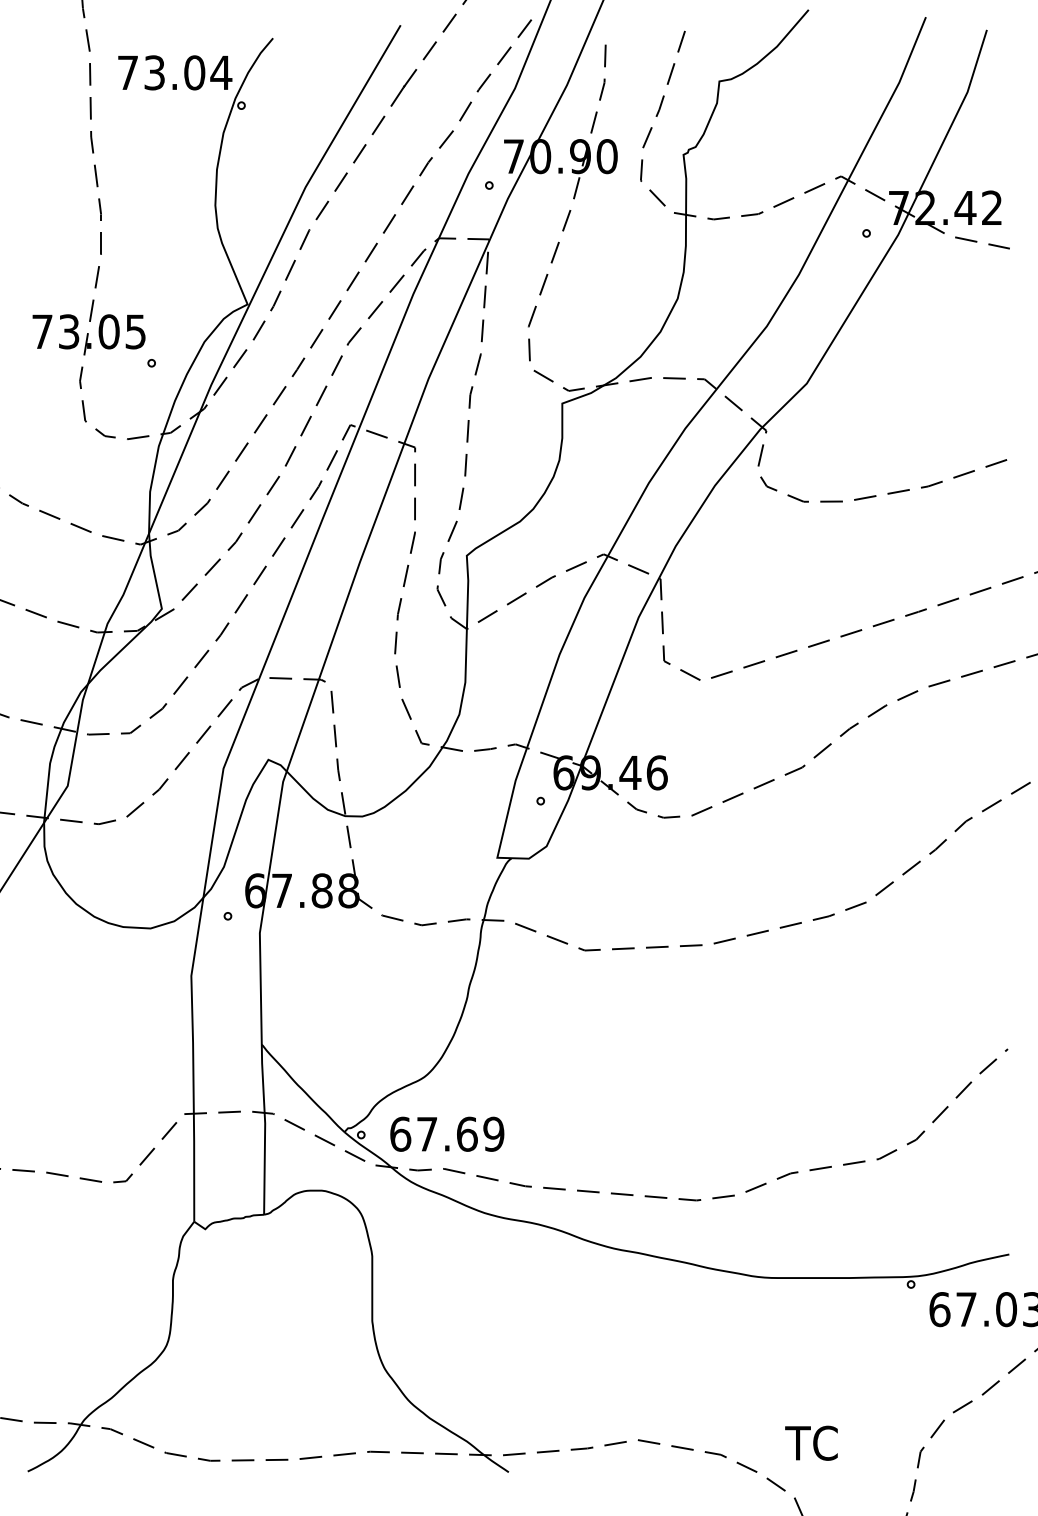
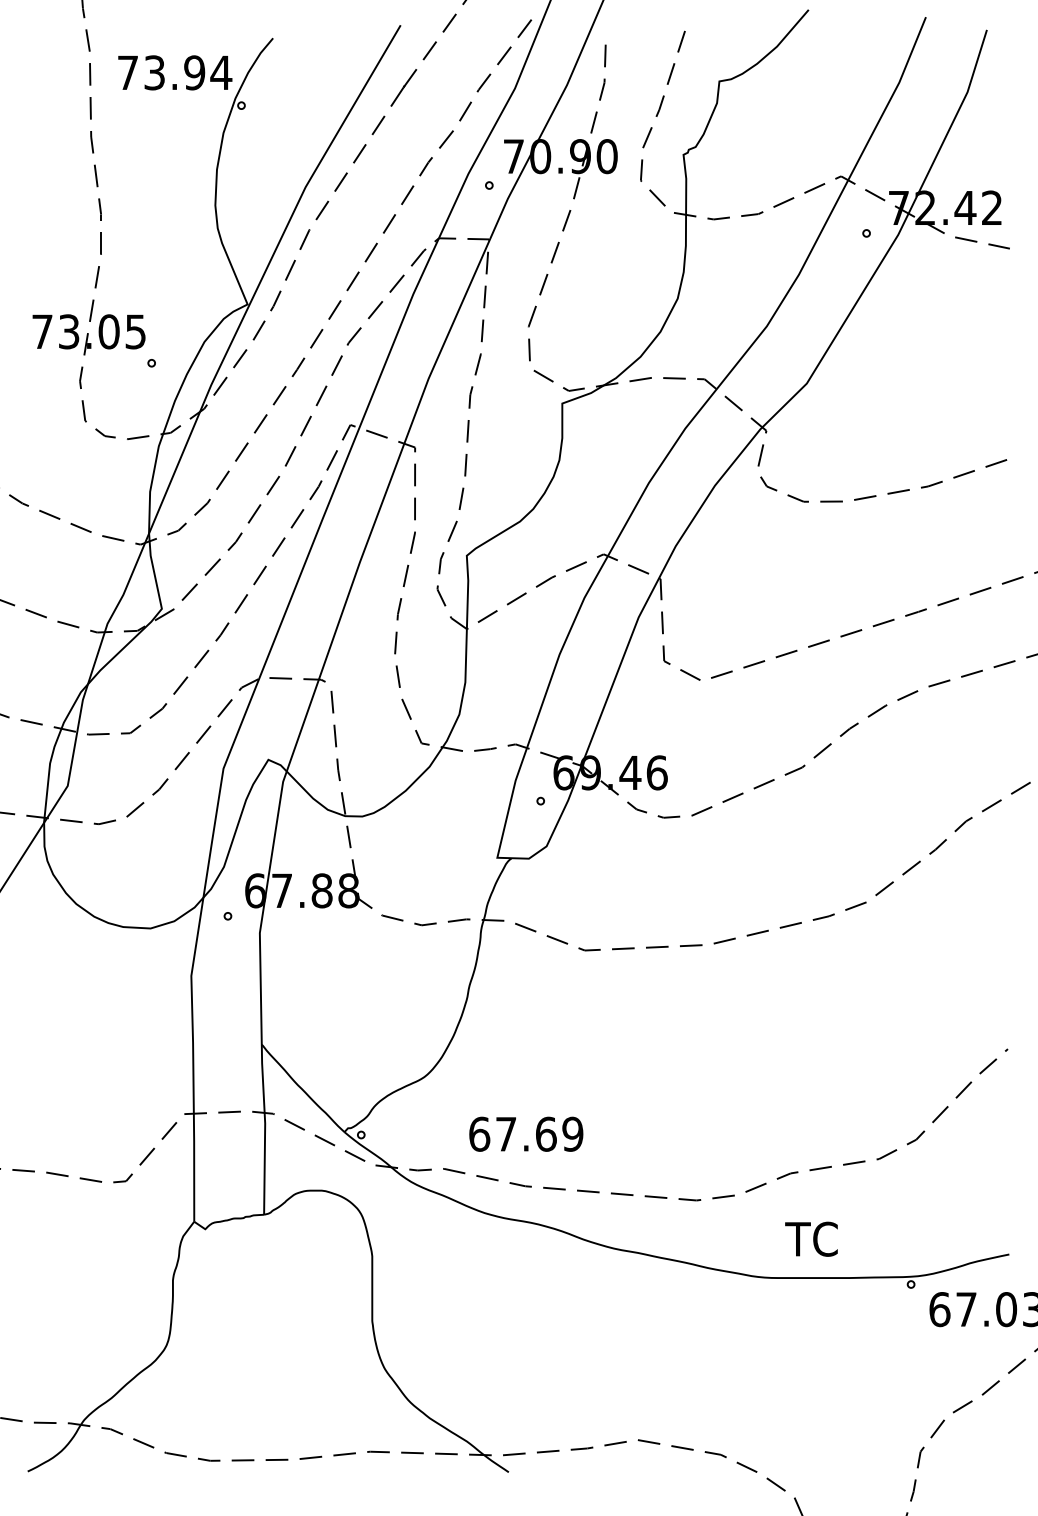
text at (194, 72): 73.04 -> 73.94
text at (447, 1133) position: (447, 1133) -> (526, 1133)
text at (811, 1442) position: (811, 1442) -> (811, 1238)
